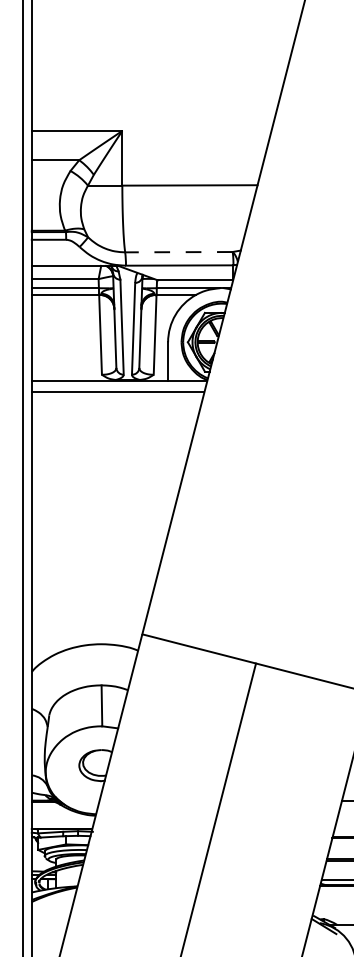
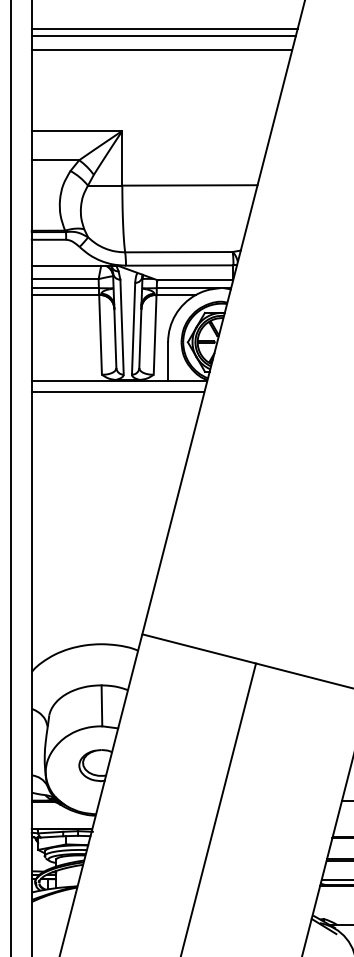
line at (164, 28): none -> present
line at (163, 36): none -> present
line at (161, 50): none -> present
line at (178, 252): dashed -> solid
line at (22, 477) position: (22, 477) -> (10, 477)
